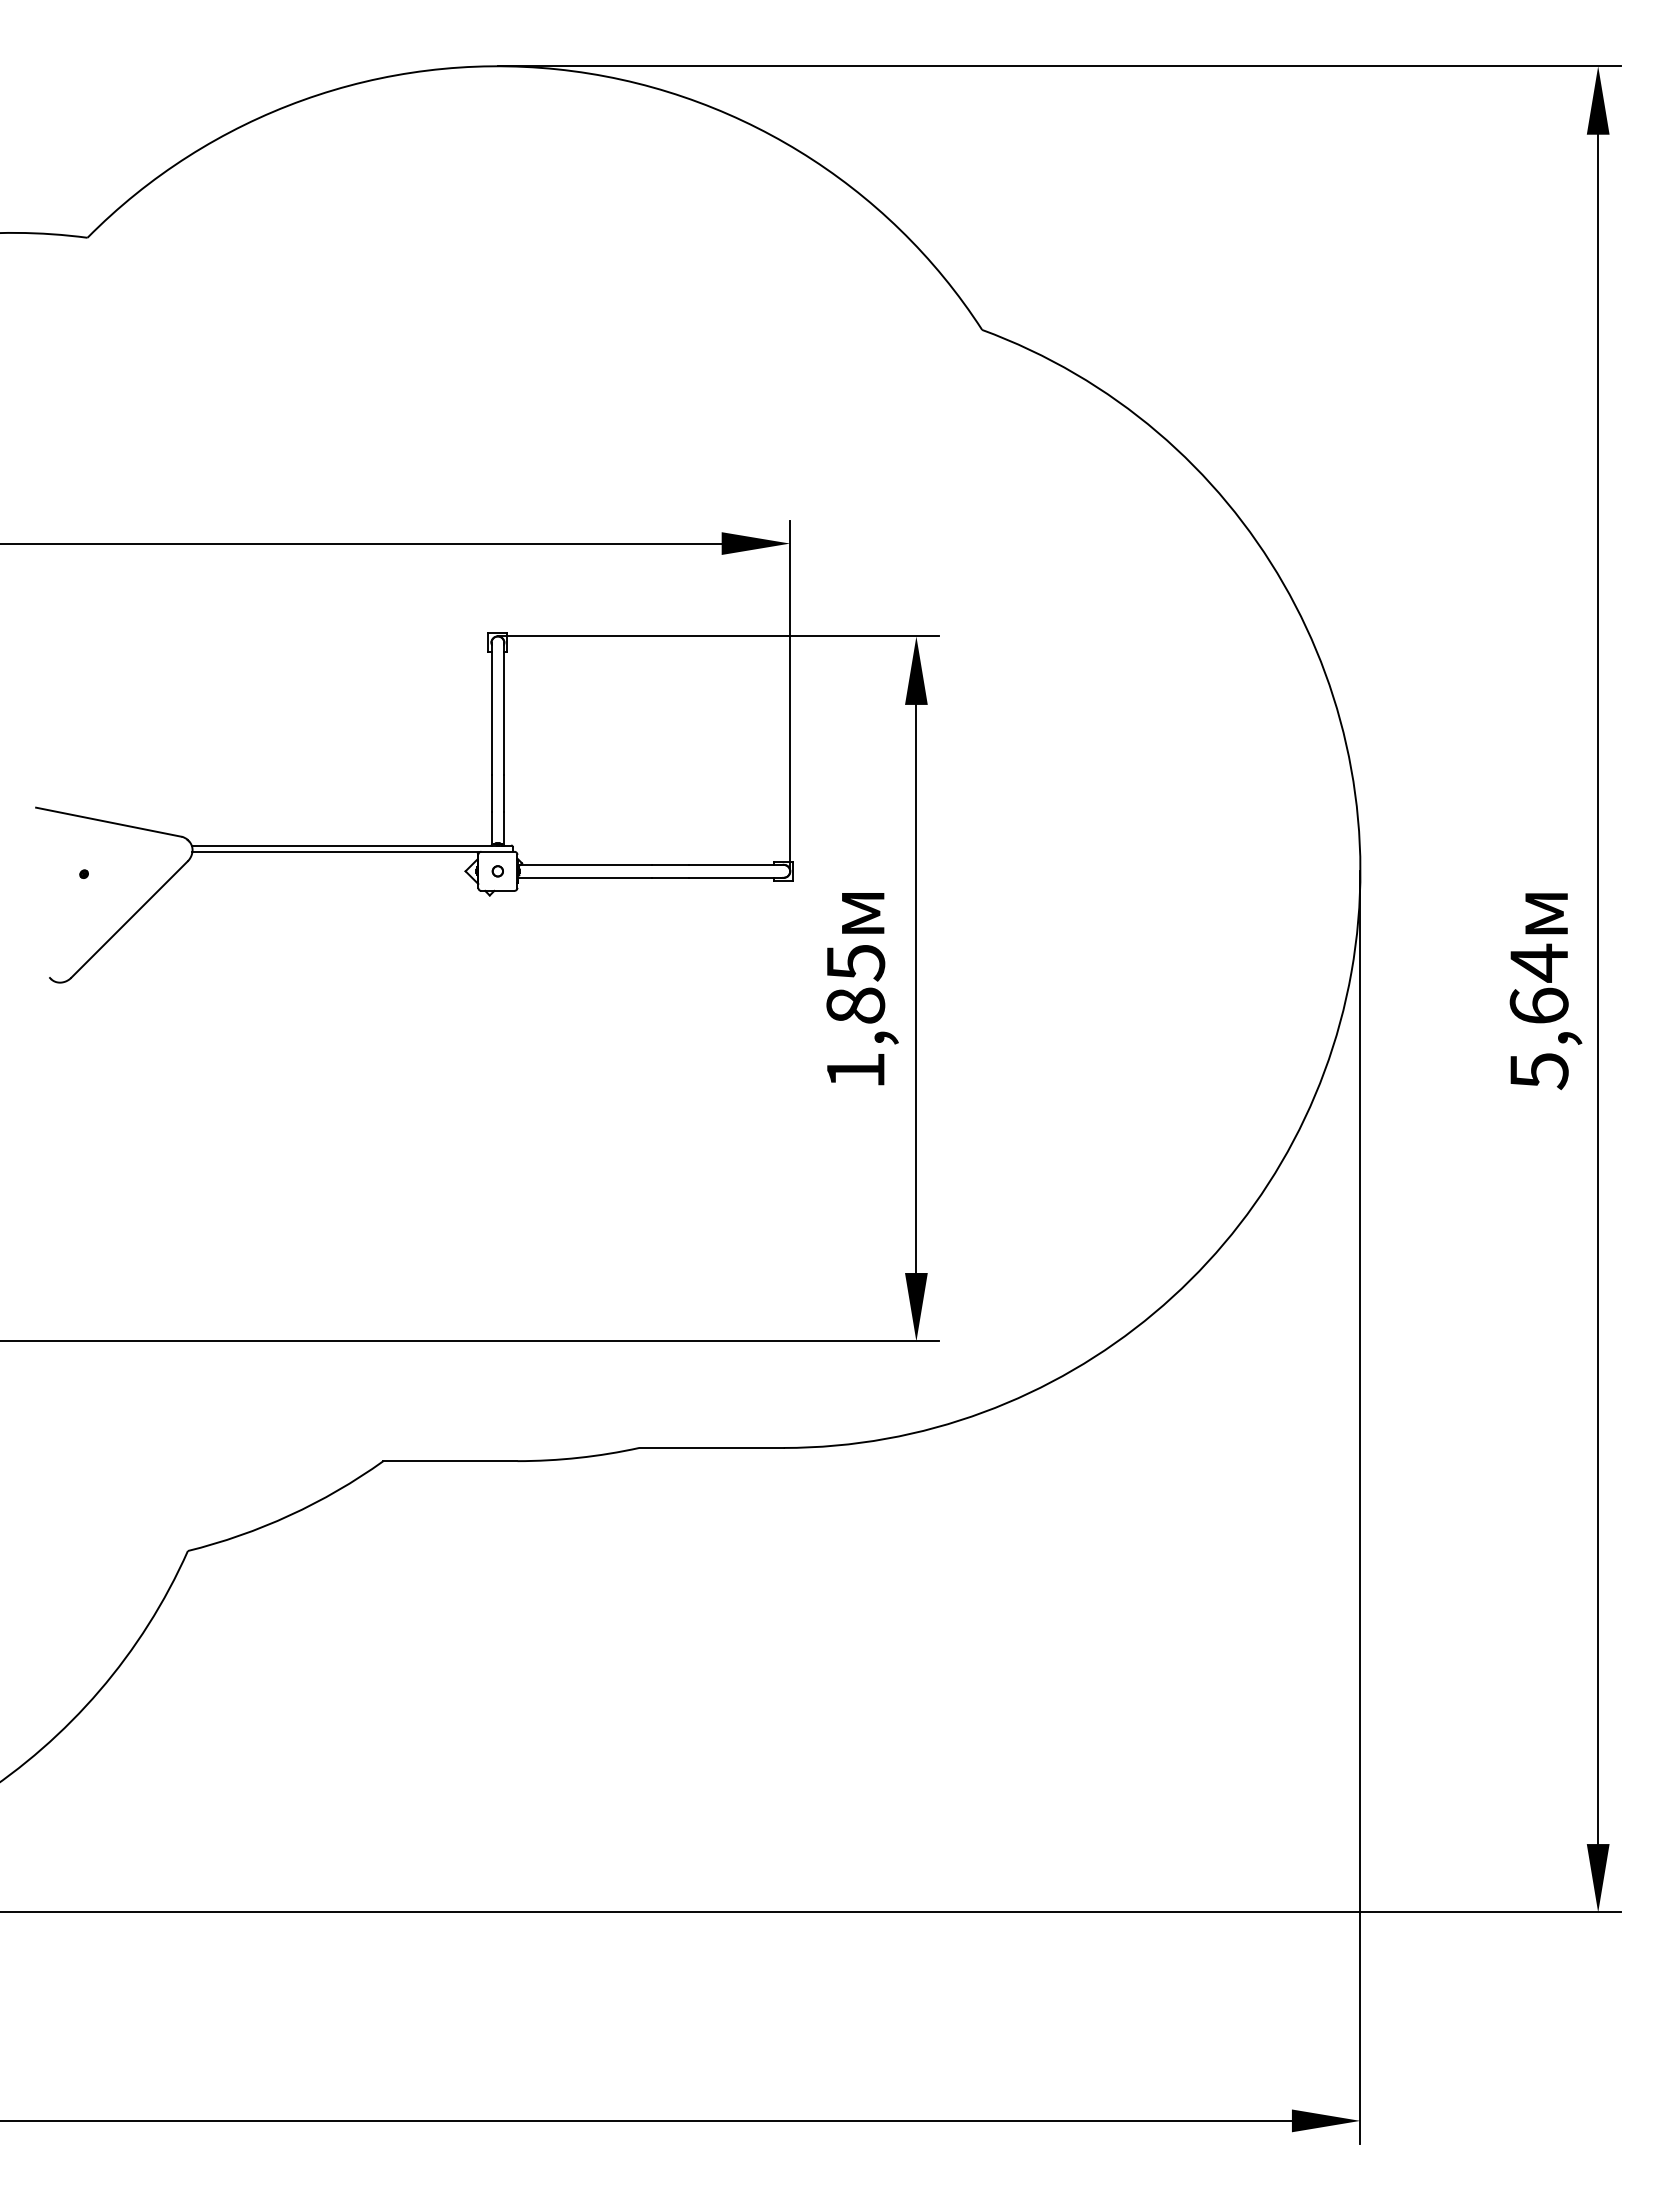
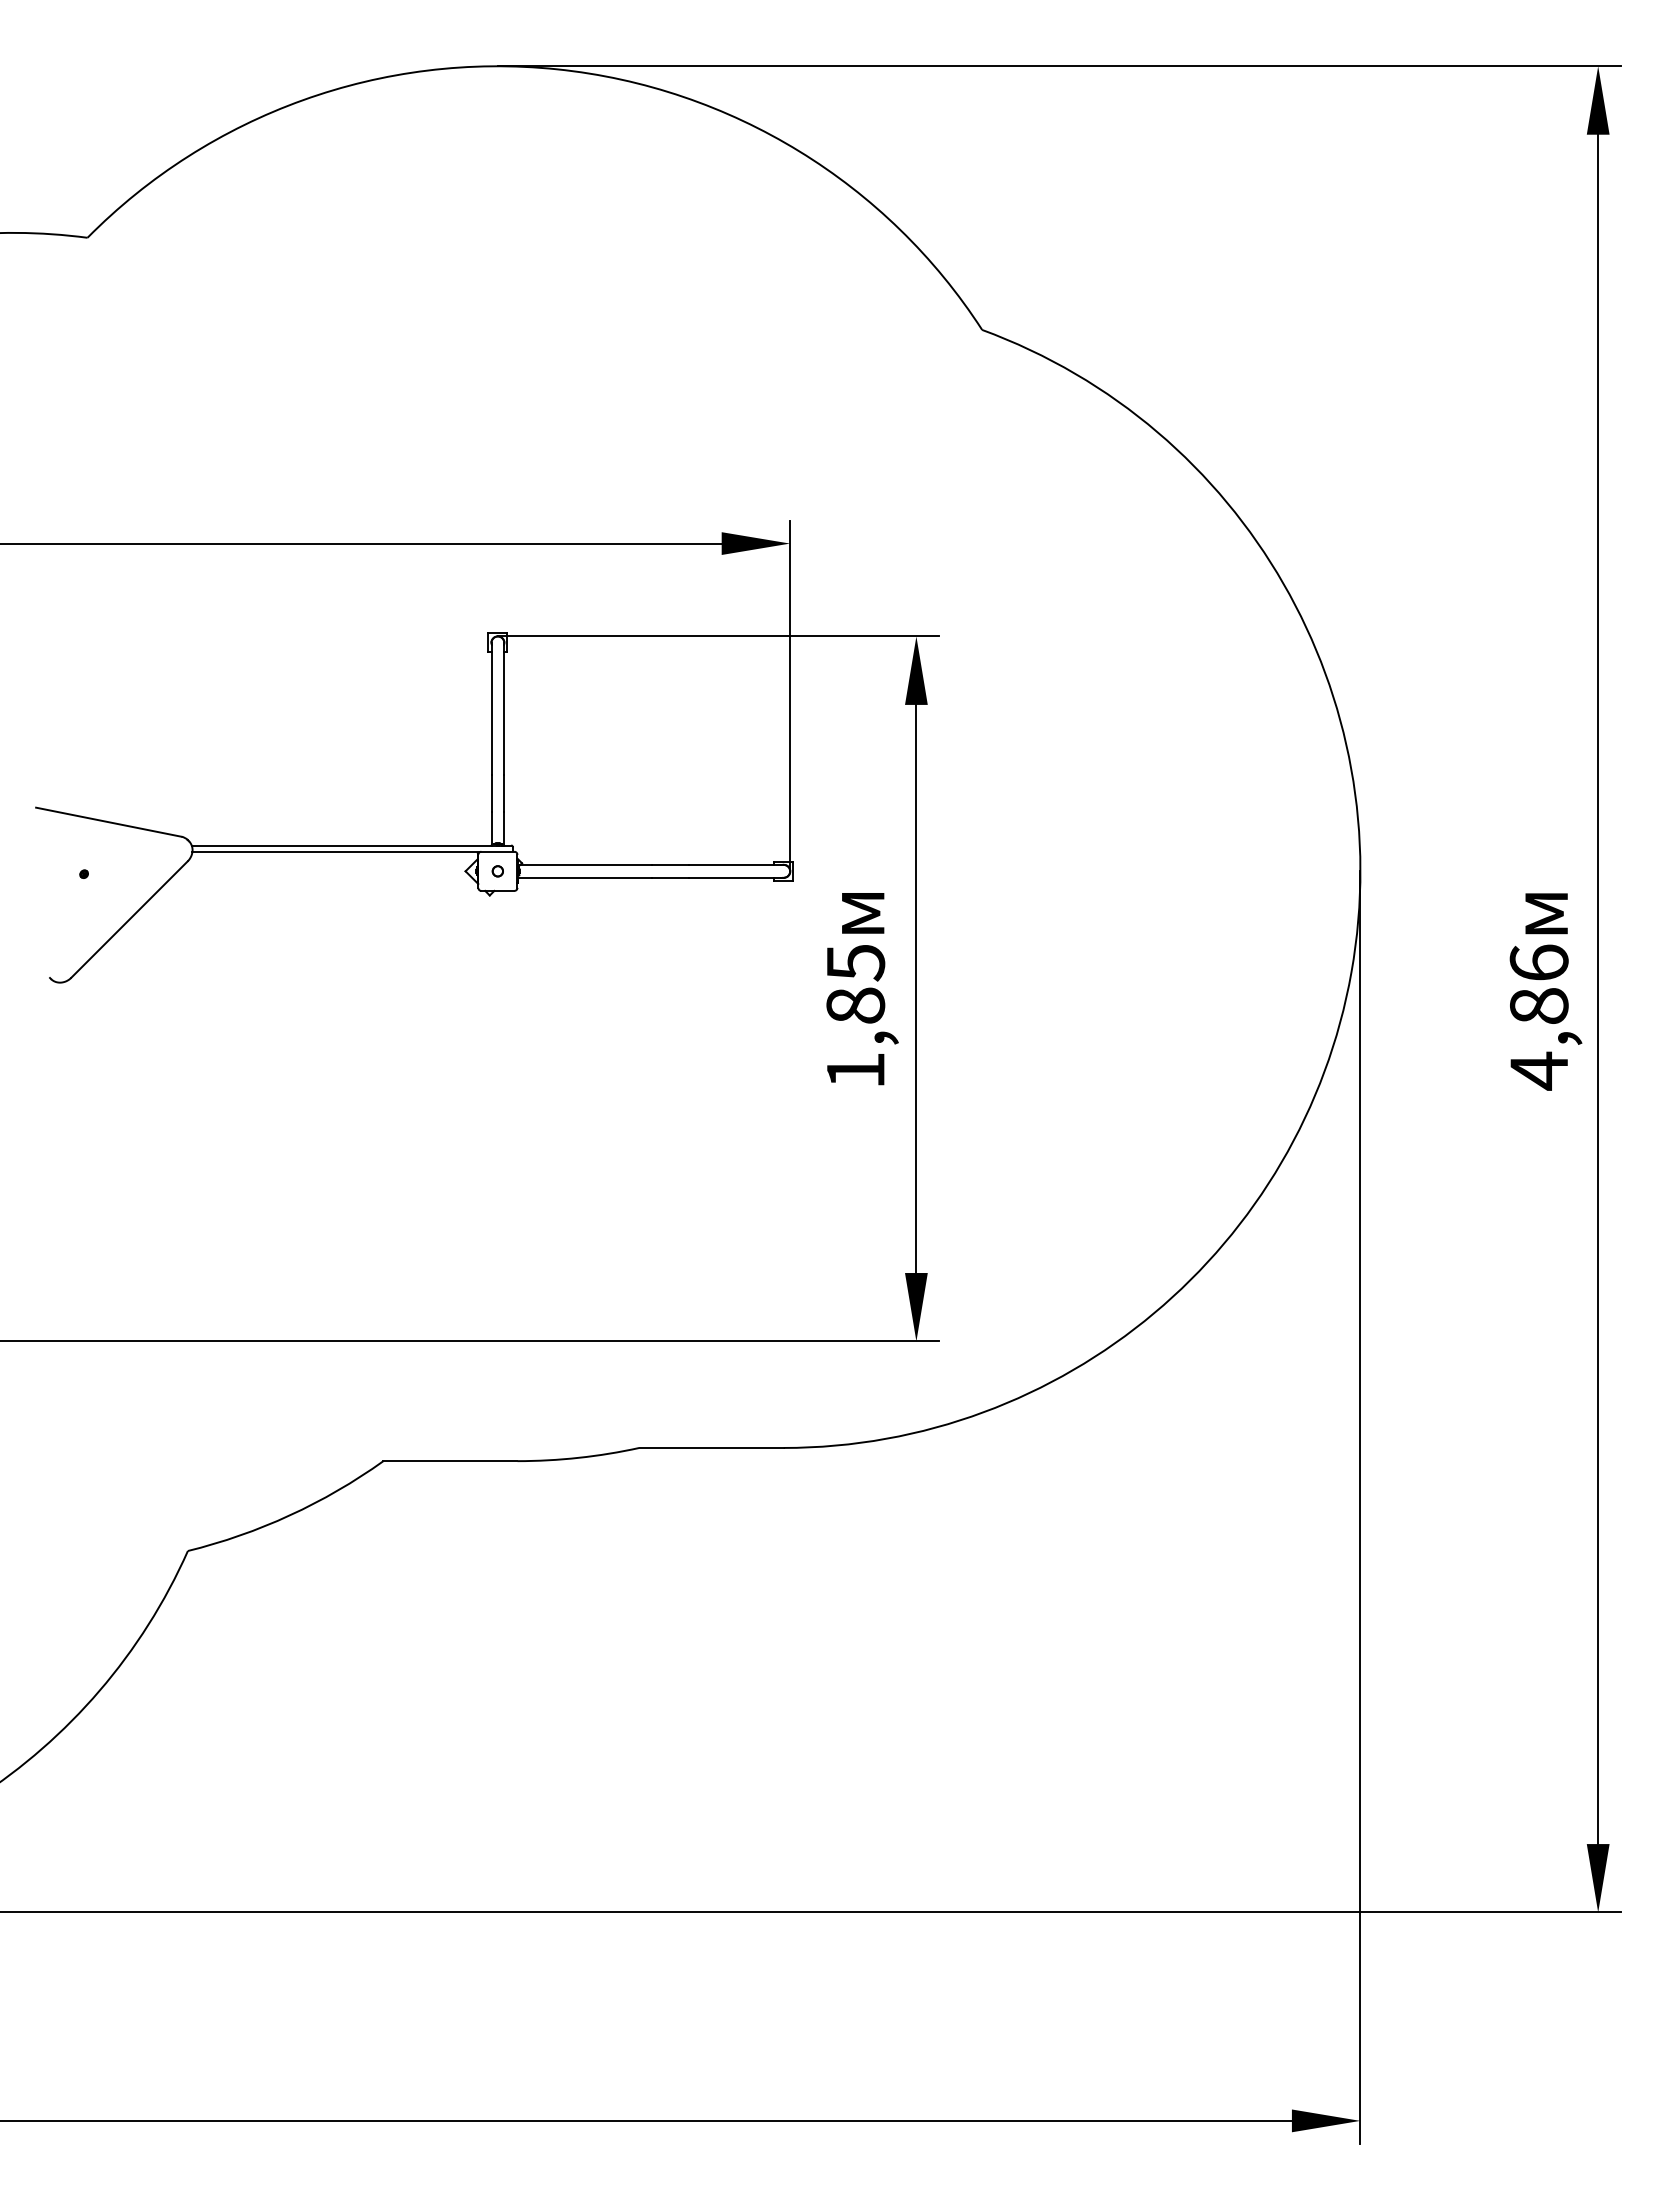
text at (1538, 1016): 5,64 -> 4,86
